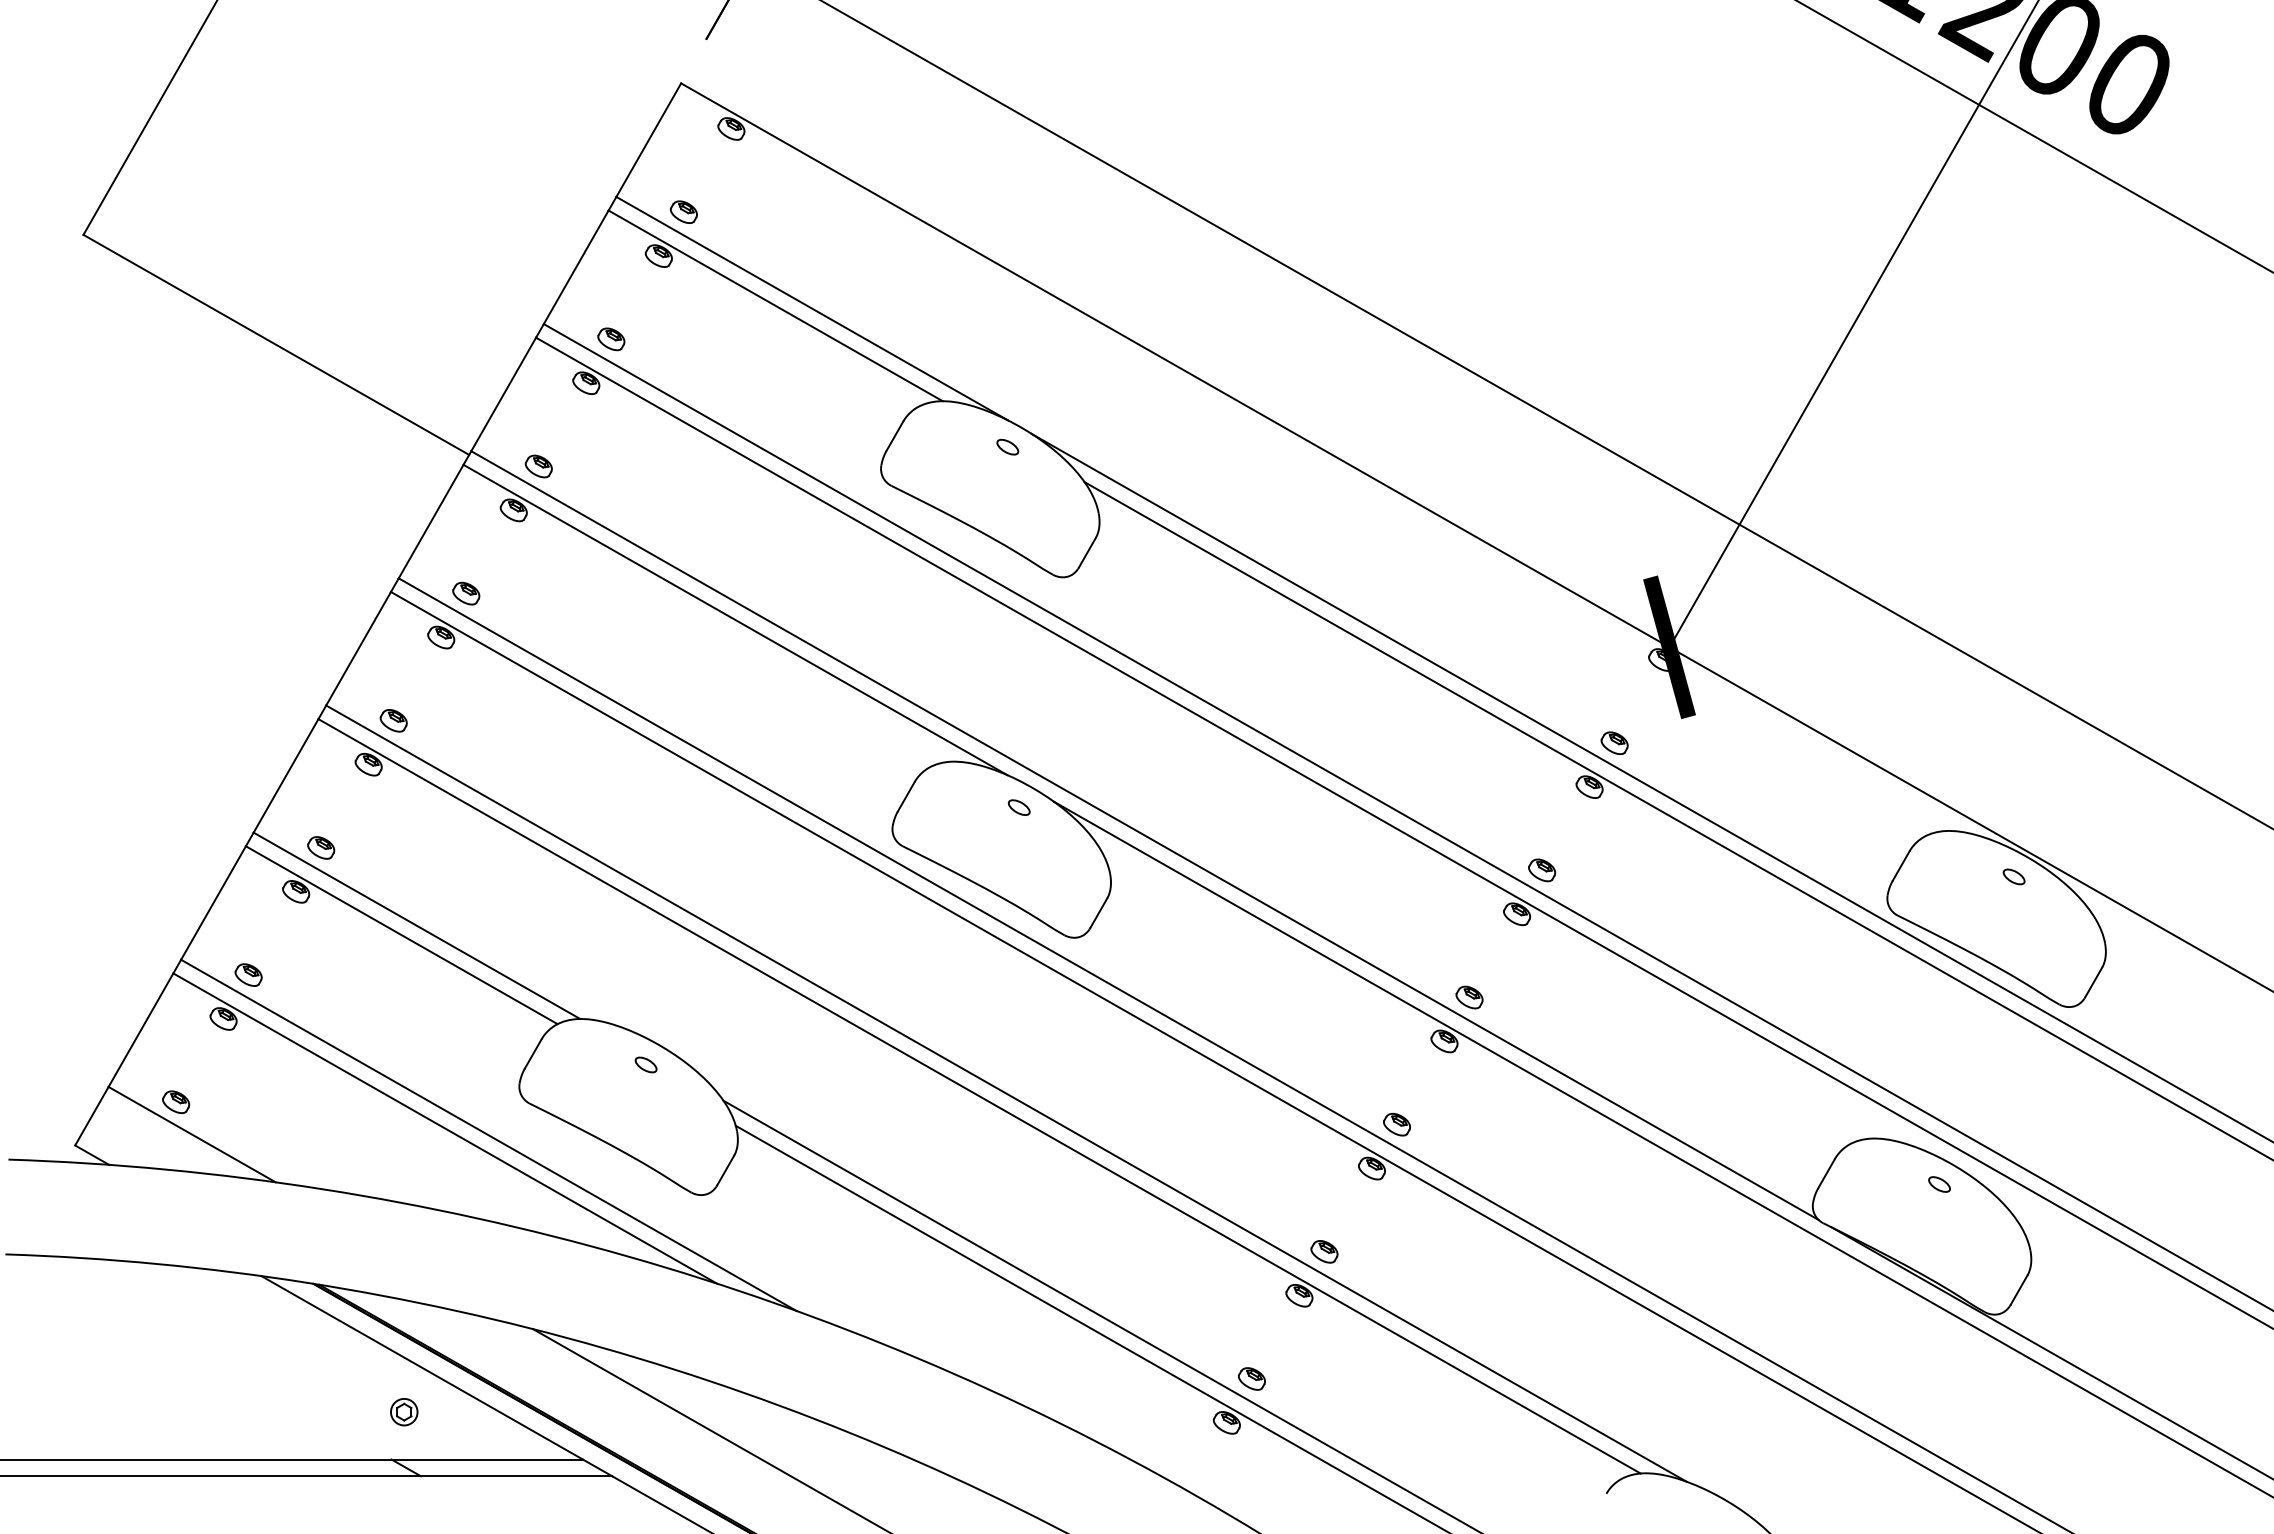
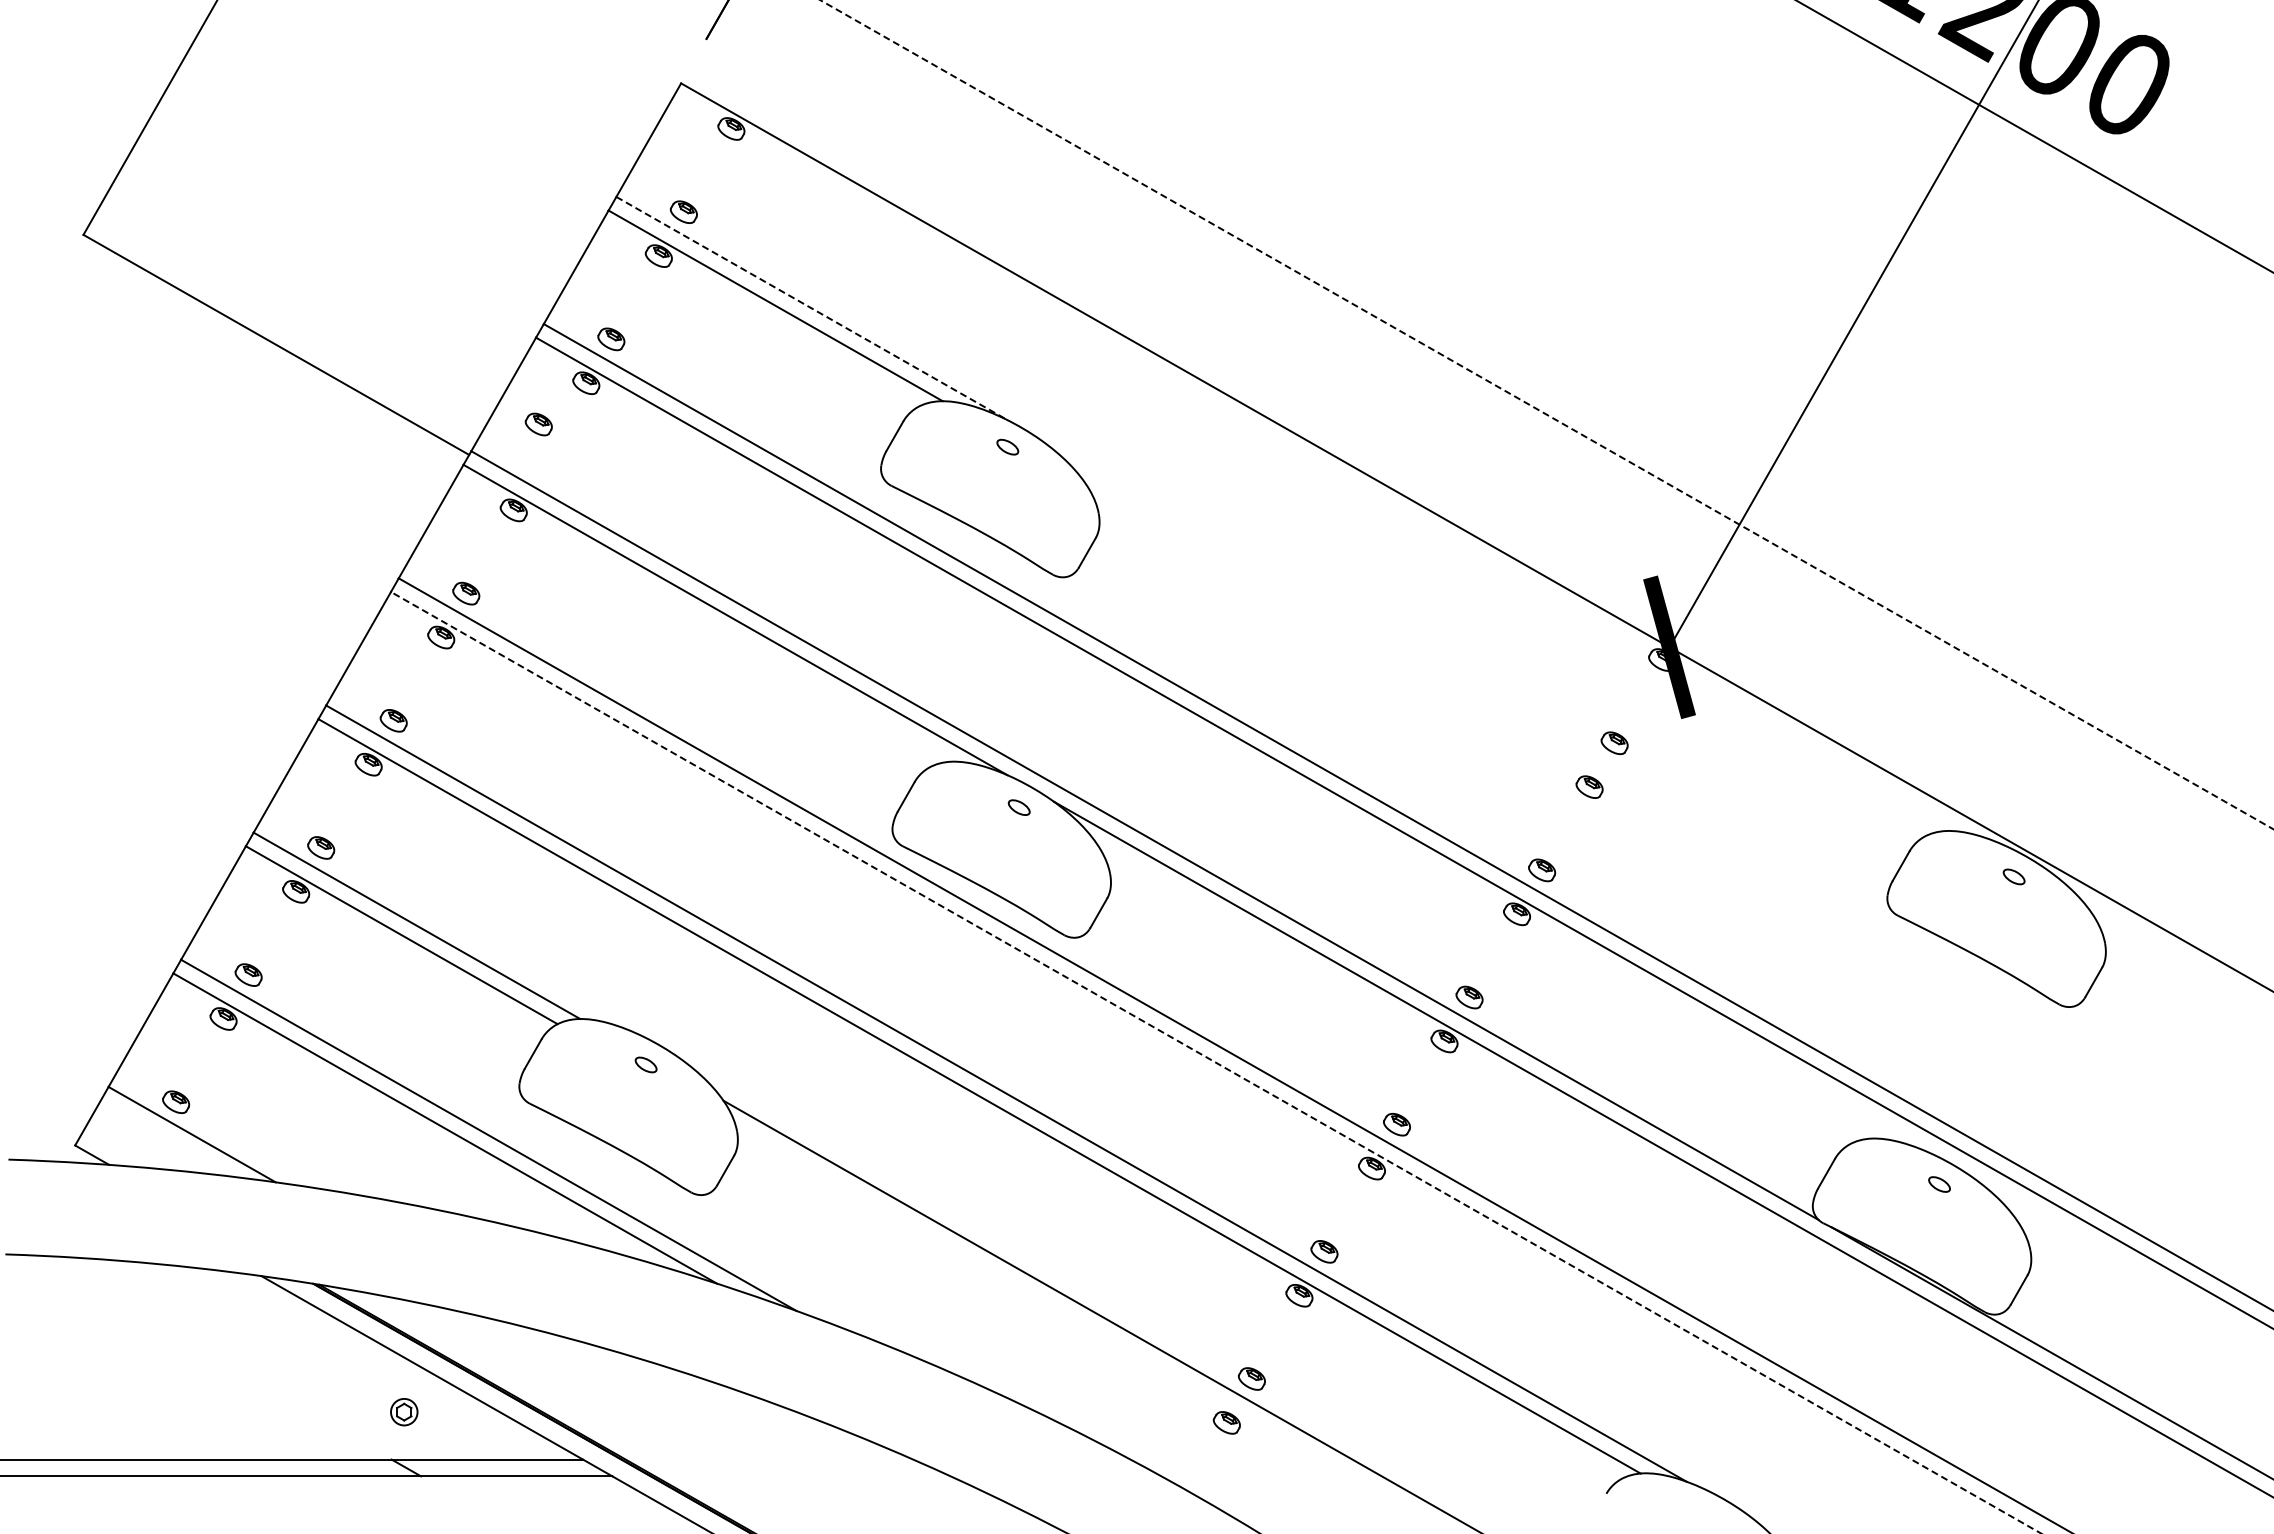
line at (812, 308): solid -> dashed
line at (1546, 414): solid -> dashed
part at (538, 466) position: (538, 466) -> (538, 424)
line at (1650, 786): present -> none
line at (1677, 820): present -> none
line at (1216, 1062): solid -> dashed
line at (1090, 1327): present -> none
line at (709, 1429): present -> none
